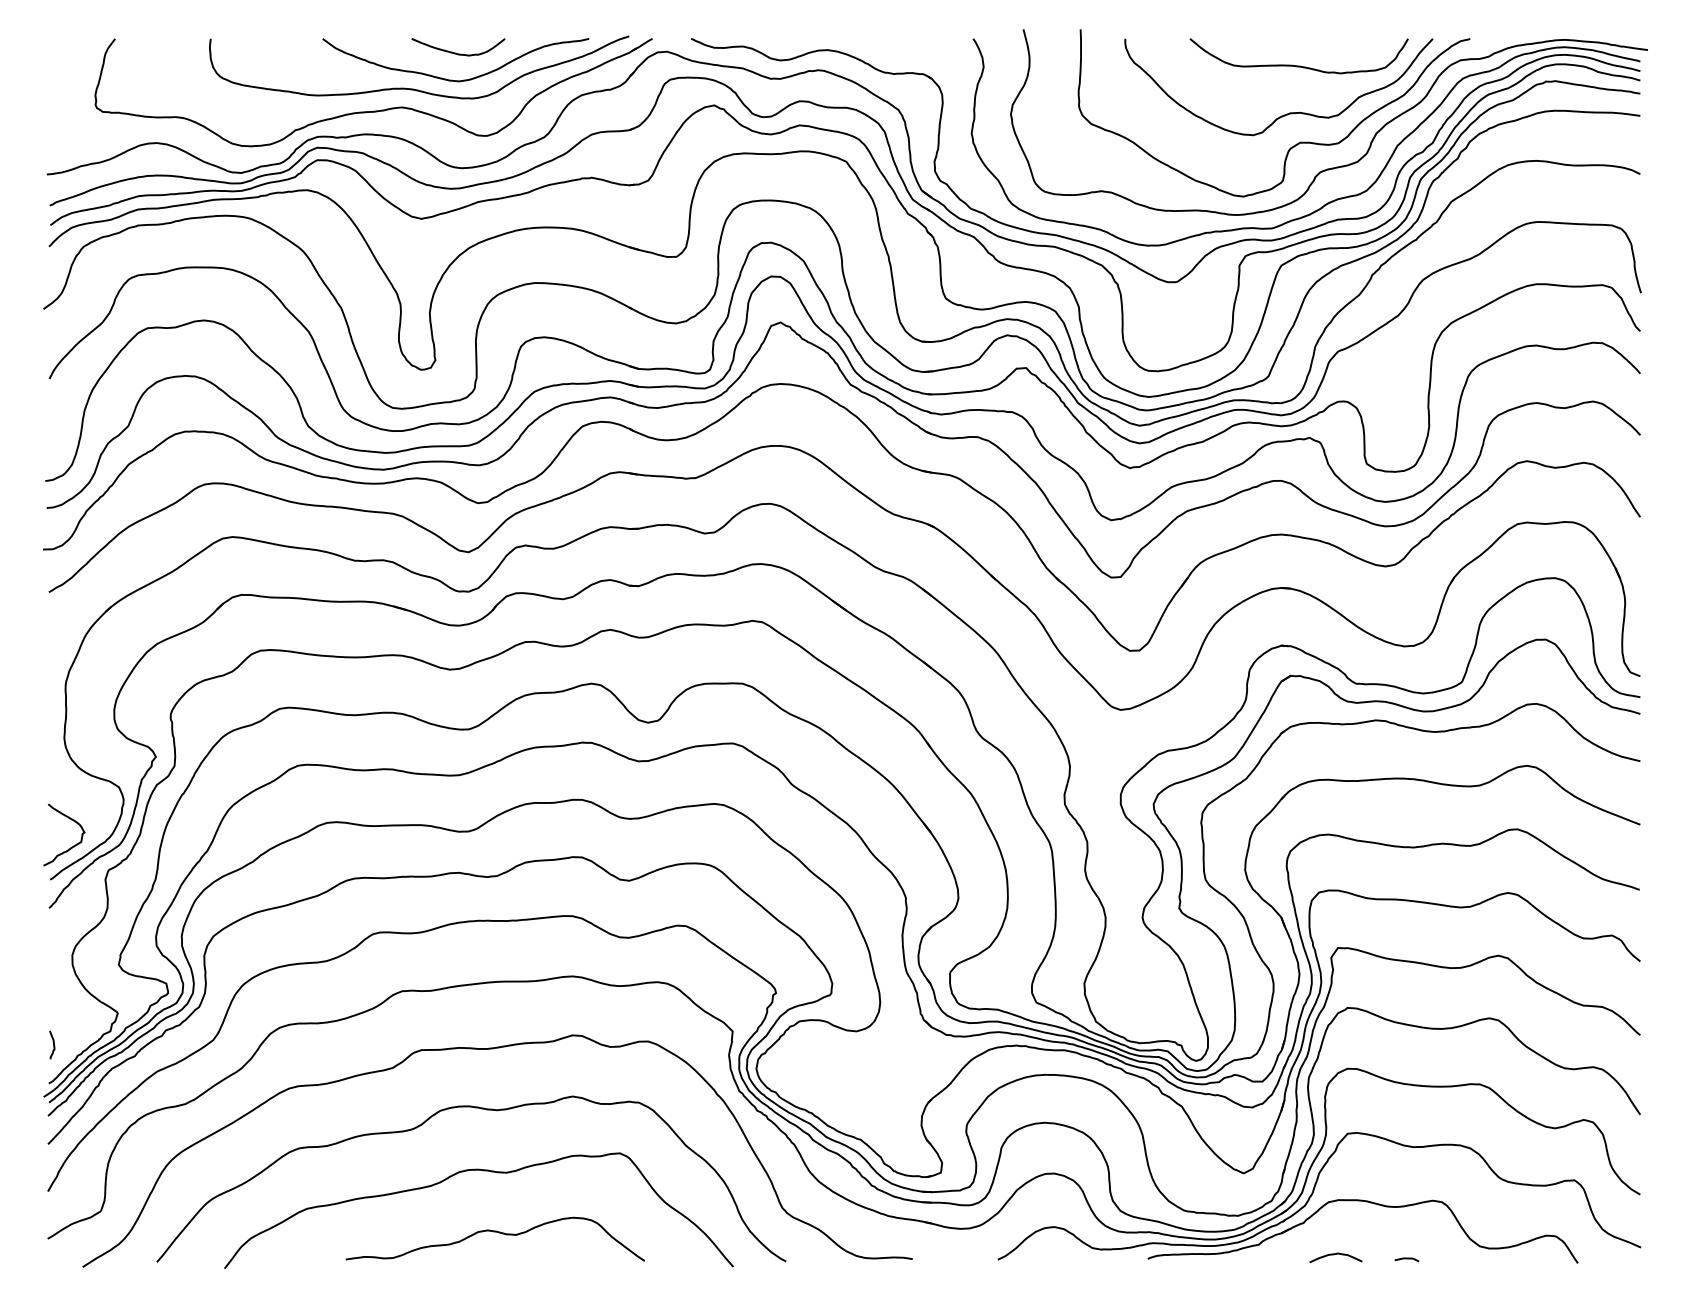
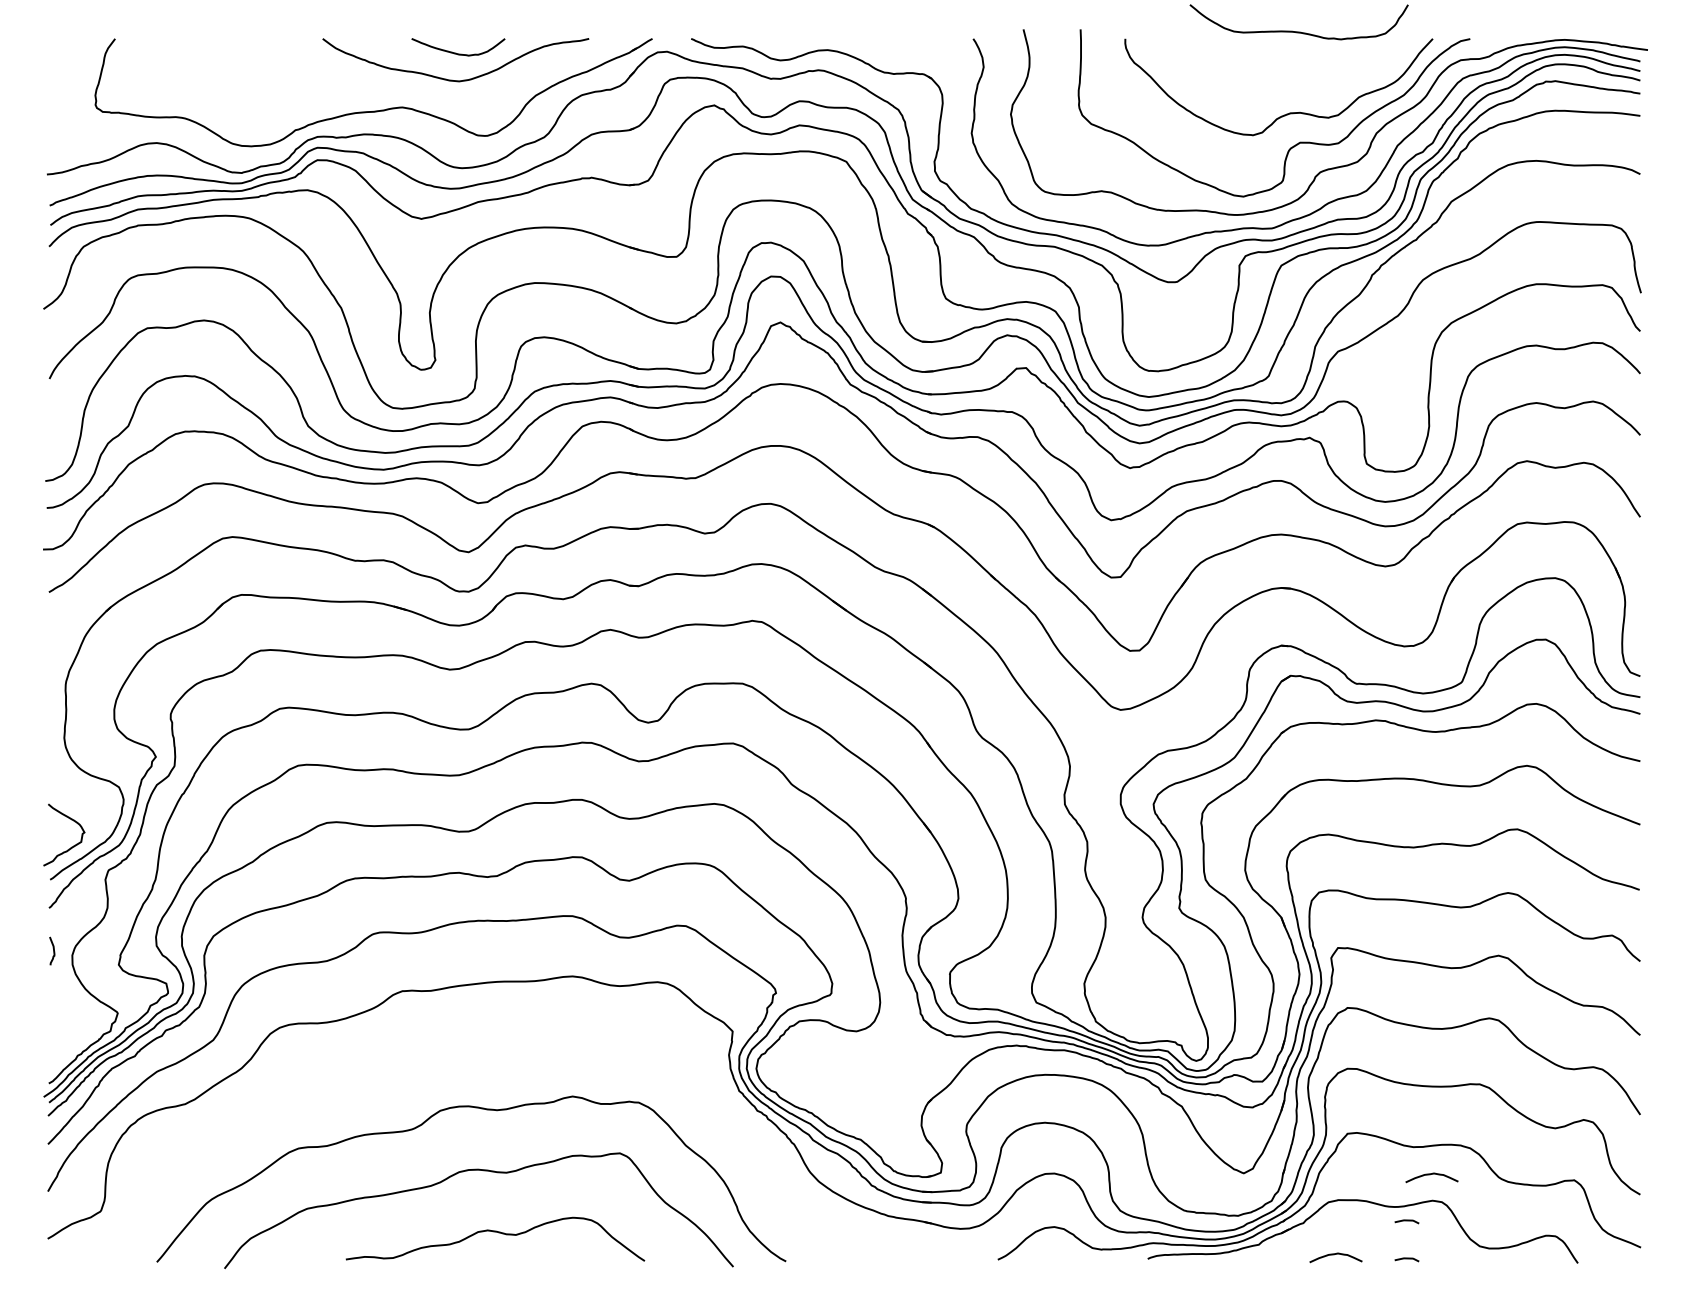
curve at (1298, 65) position: (1298, 65) -> (1298, 31)
curve at (413, 88): present -> none
curve at (53, 1044) position: (53, 1044) -> (53, 950)
curve at (493, 1049): present -> none
curve at (1430, 1175): none -> present
curve at (1406, 1221): none -> present
